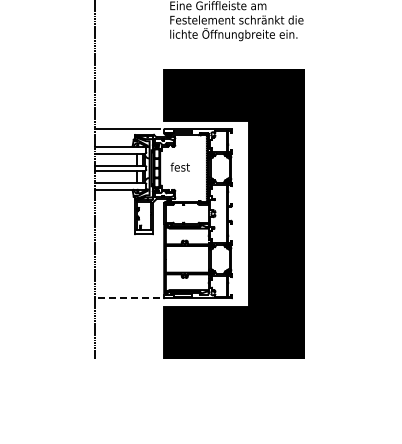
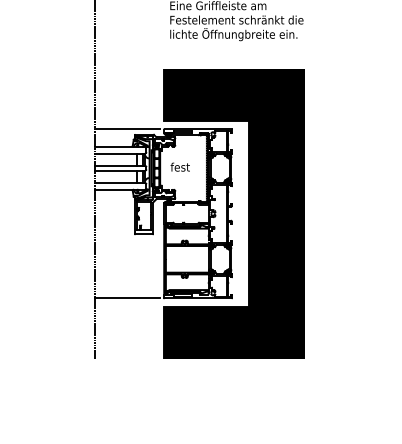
line at (127, 298): dashed -> solid
